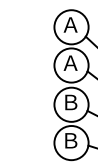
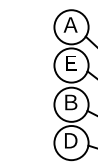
text at (70, 62): Ａ -> Ｅ
text at (71, 140): Ｂ -> Ｄ
